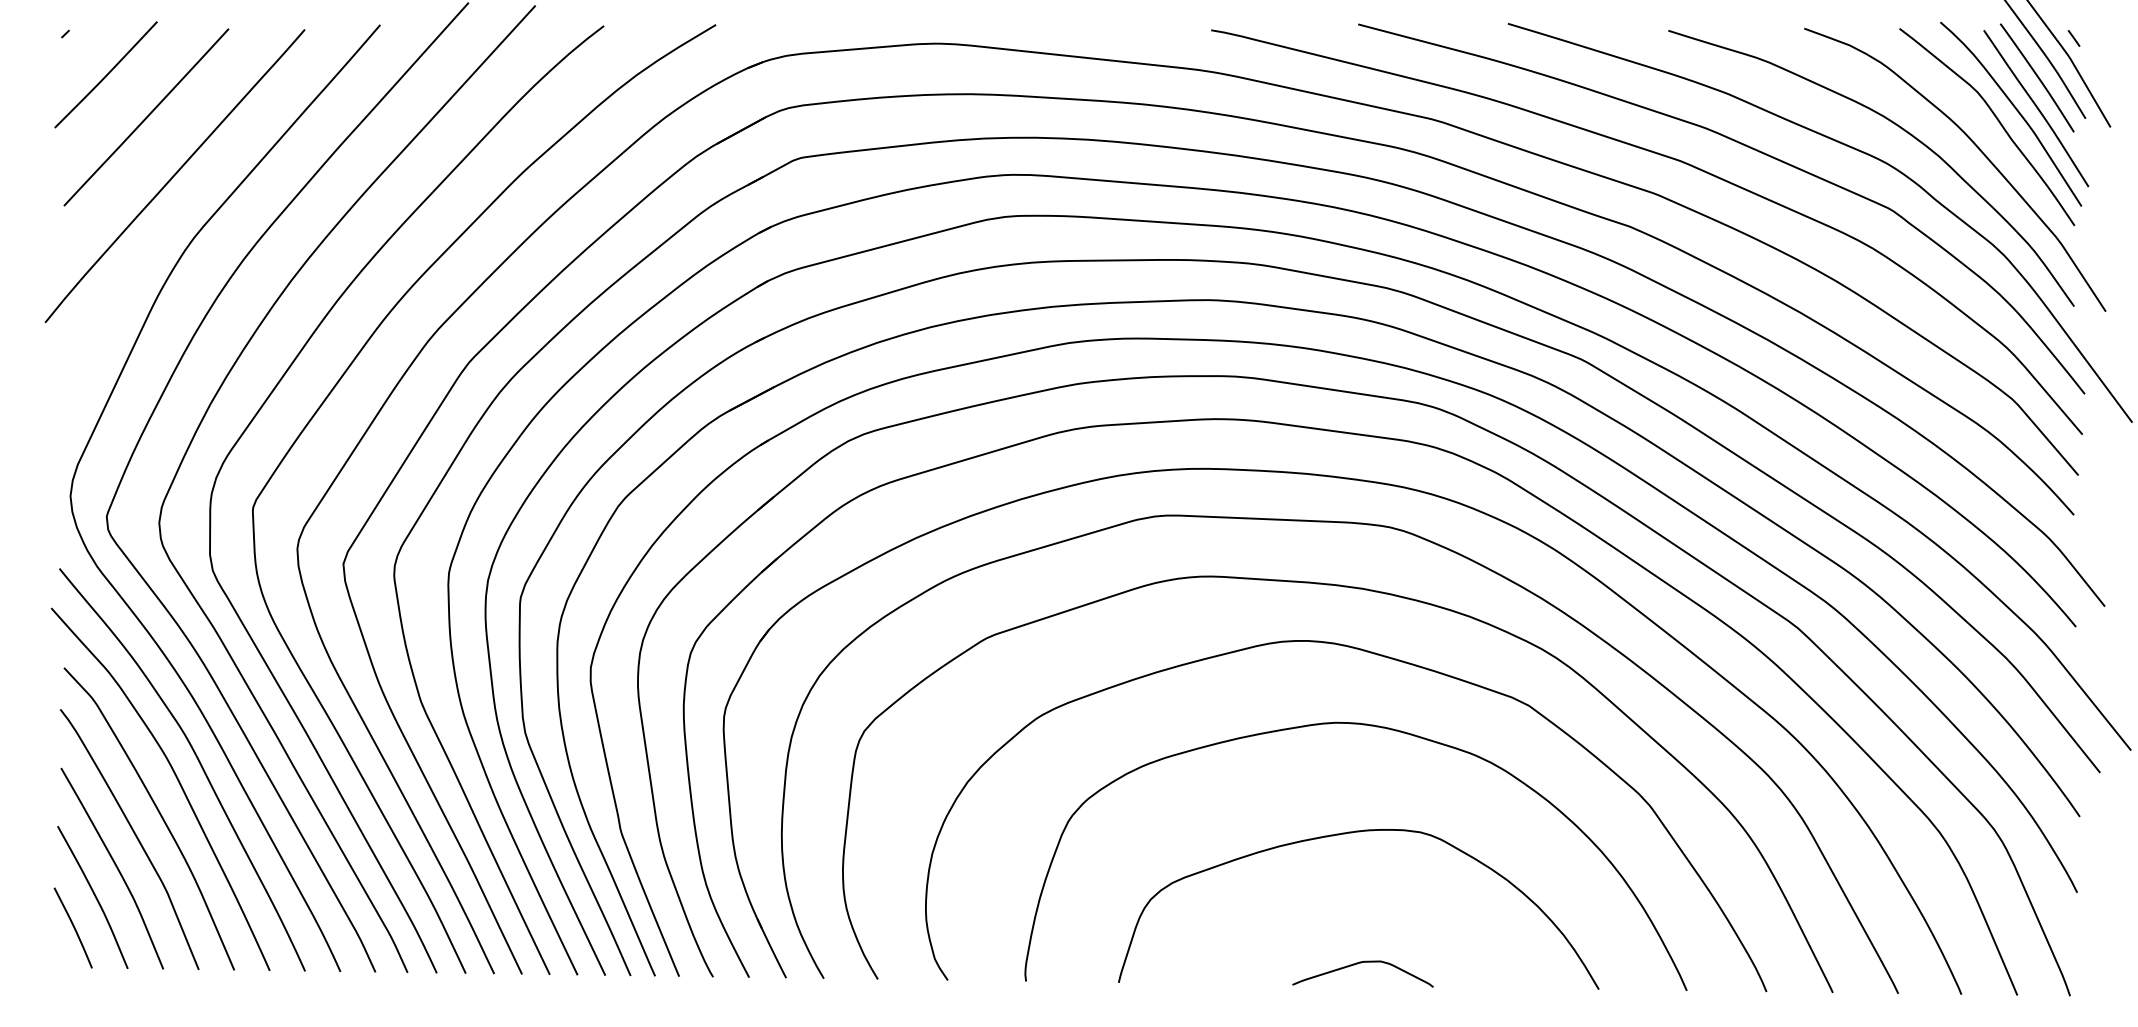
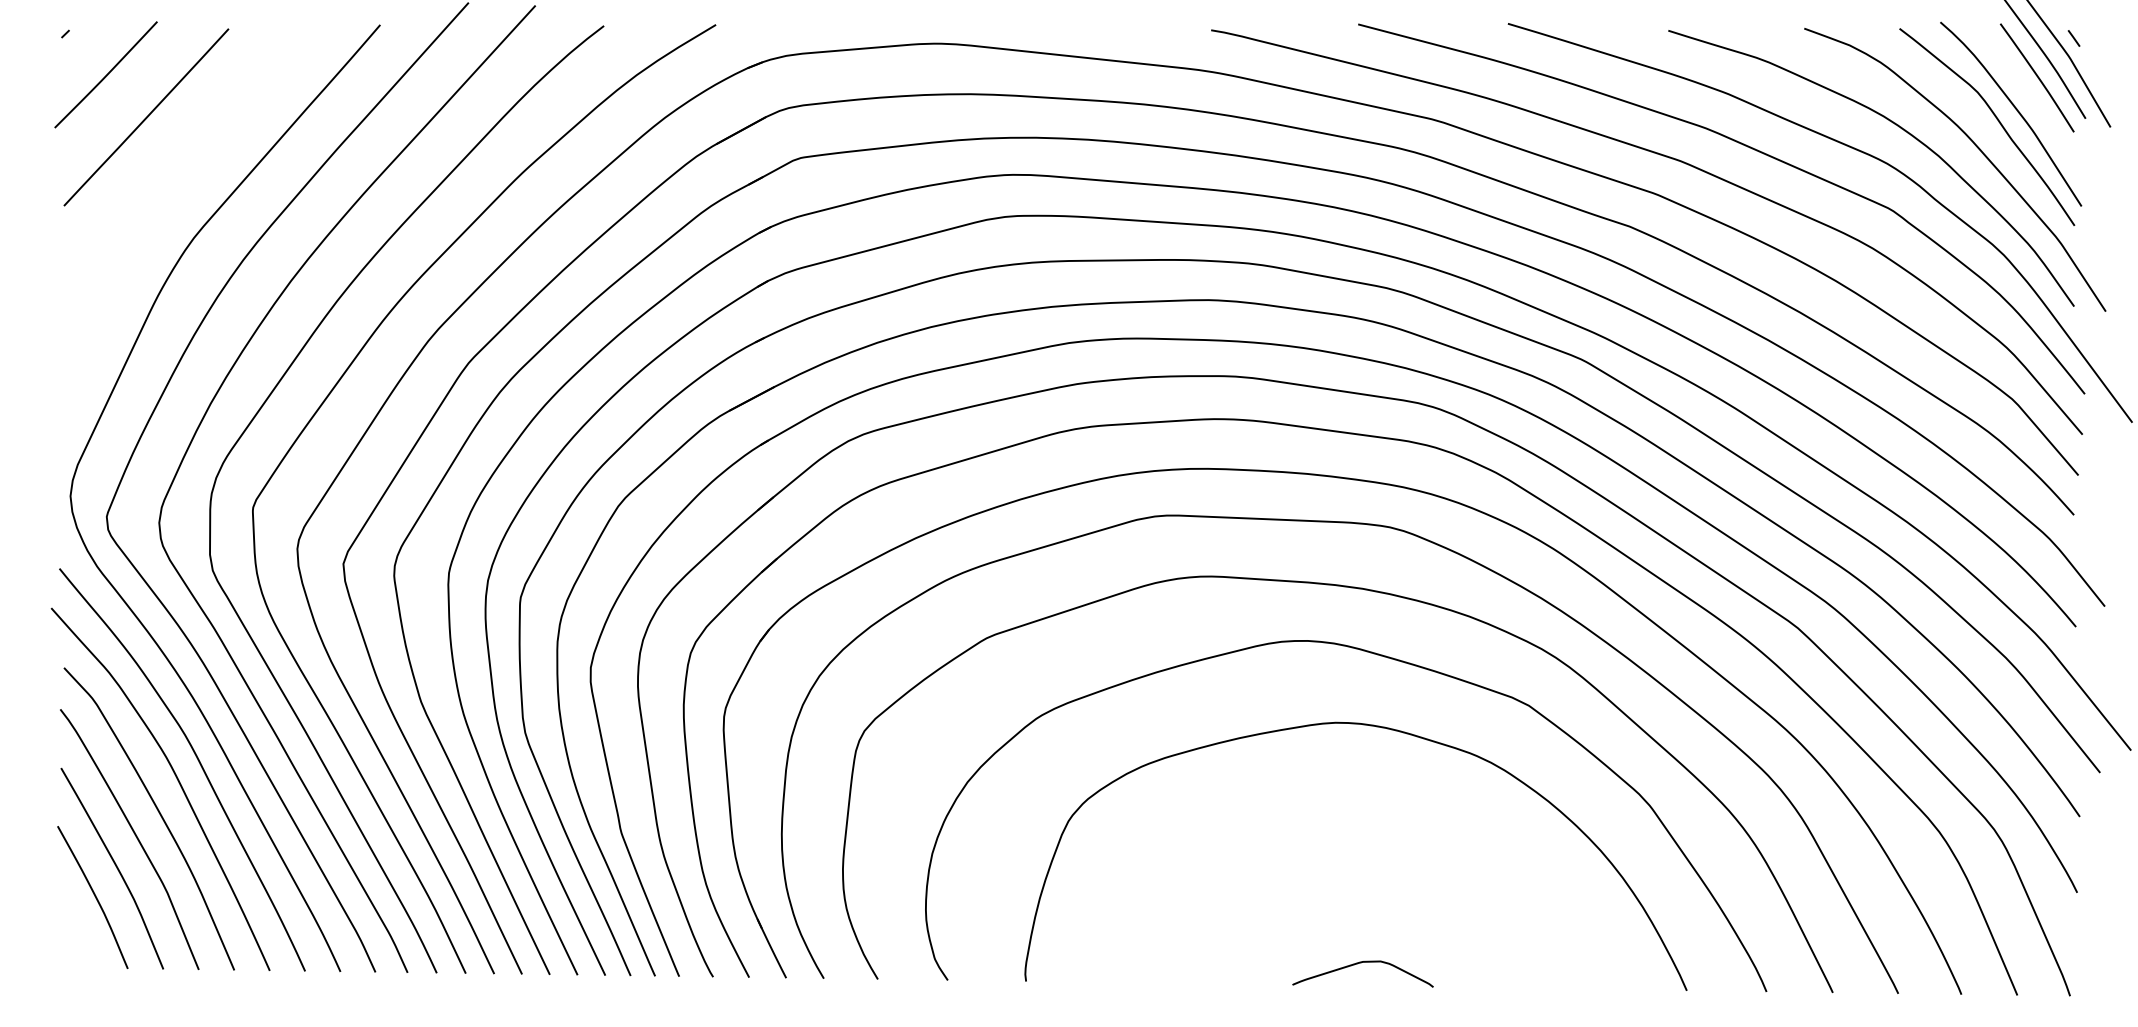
curve at (2036, 108): present -> none
curve at (174, 175): present -> none
curve at (1345, 834): present -> none
curve at (72, 926): present -> none
